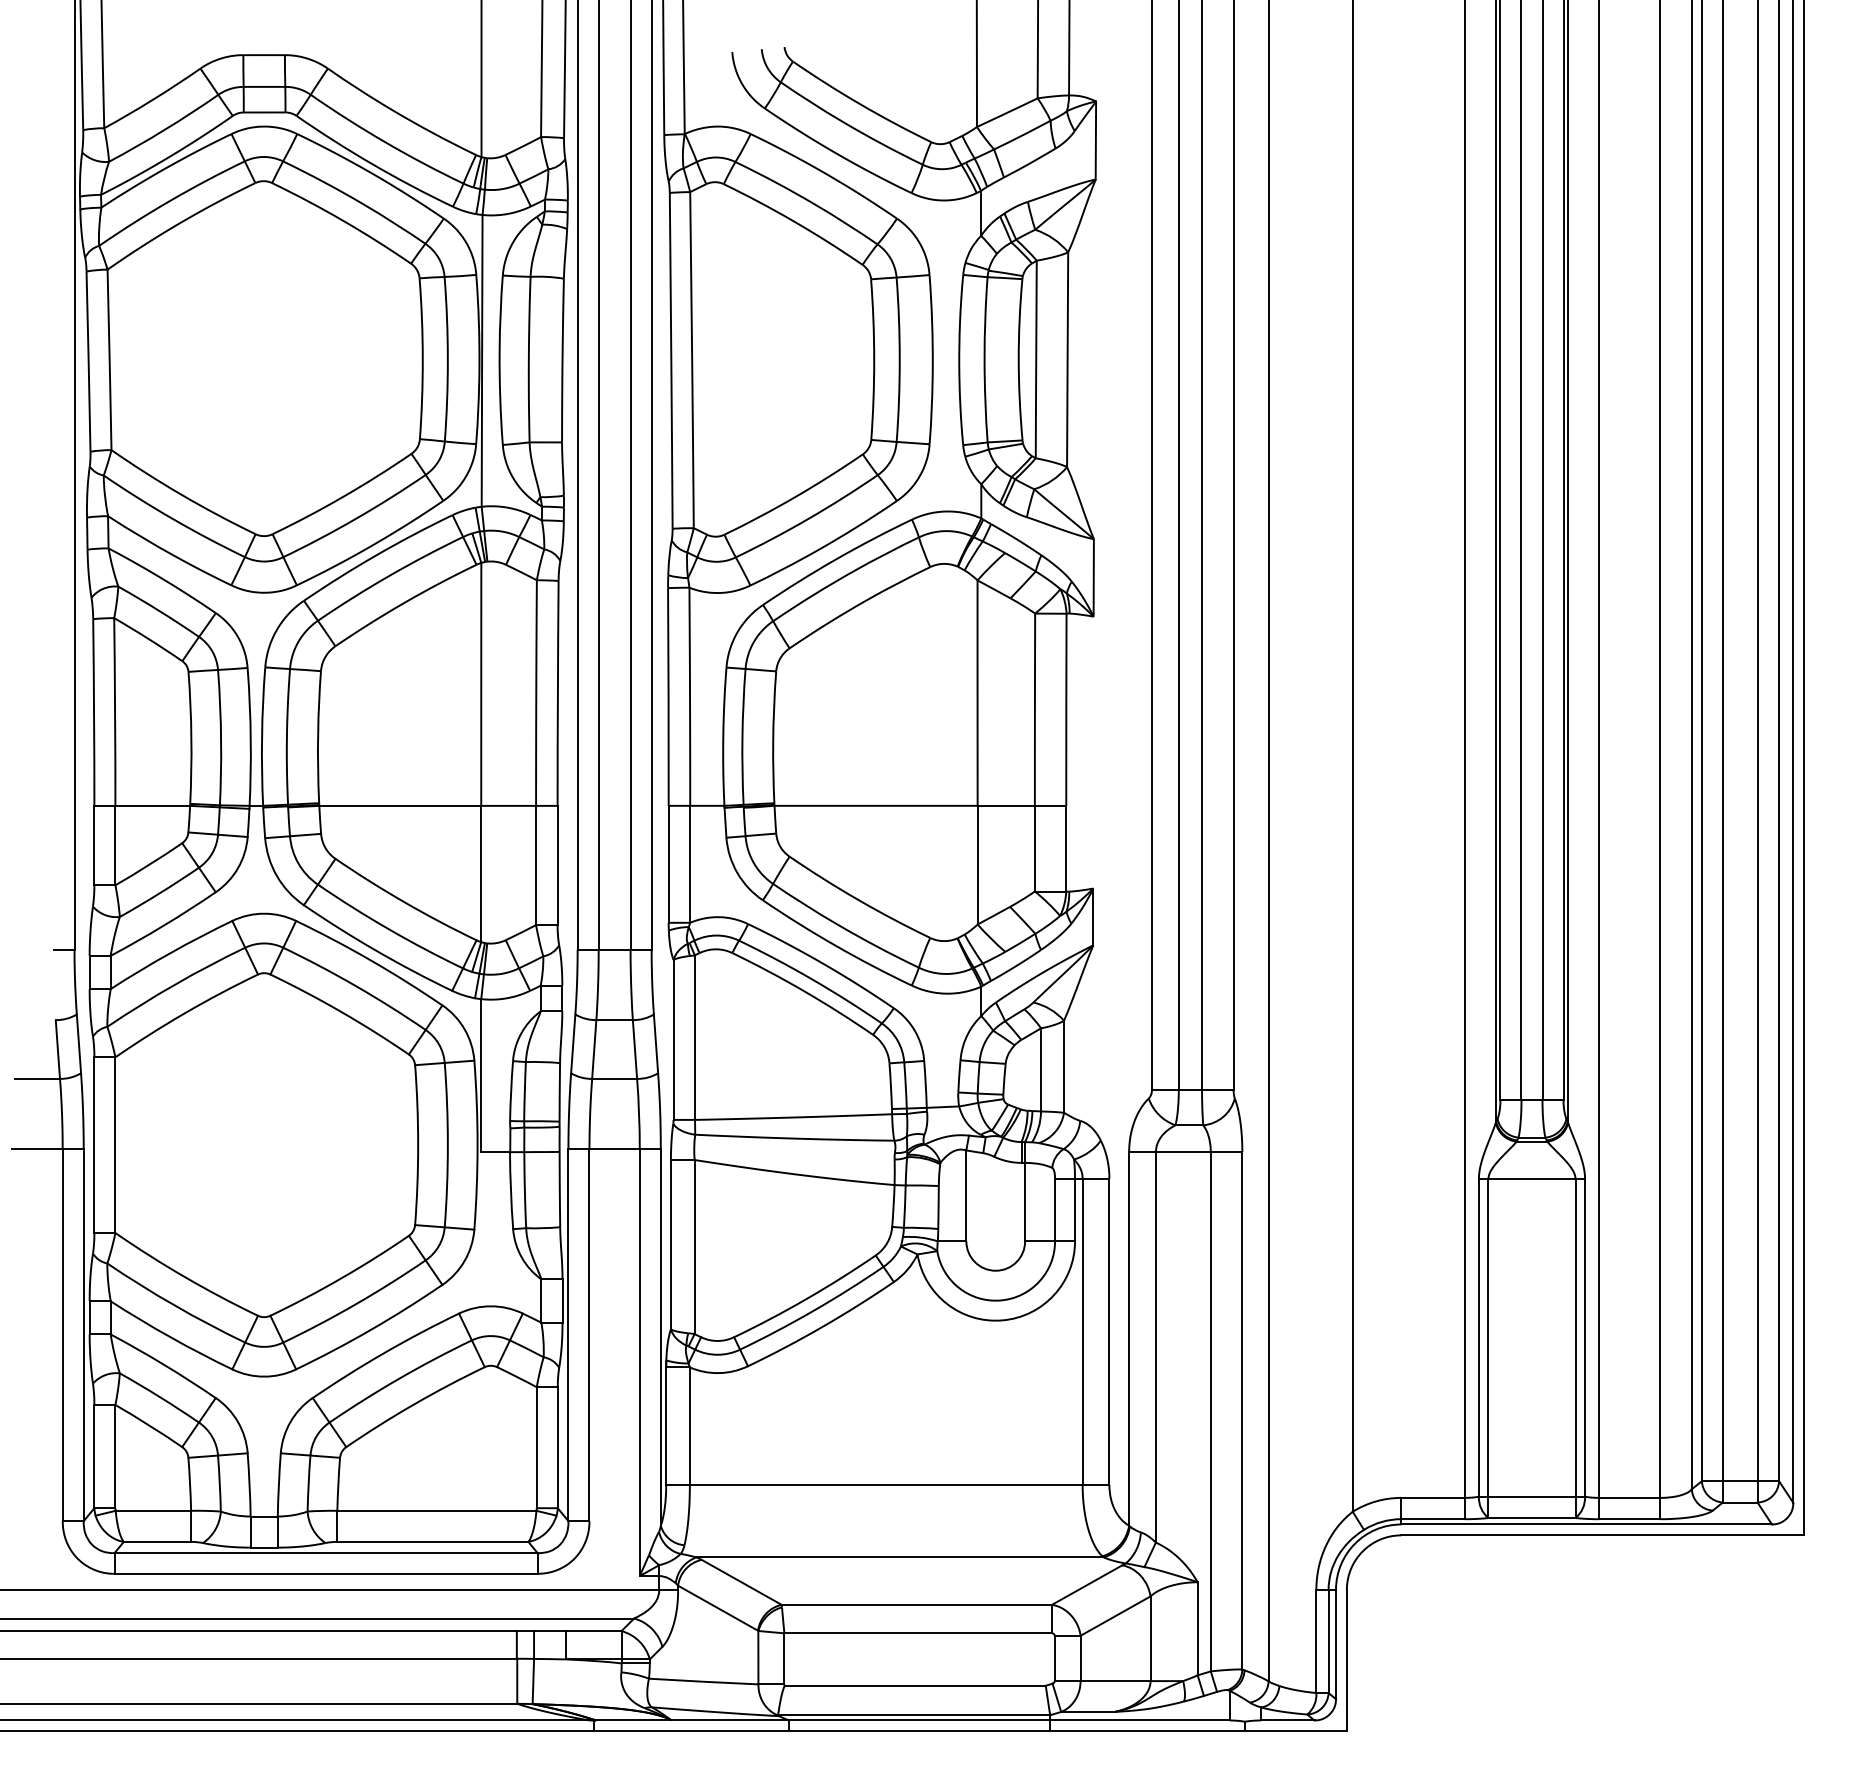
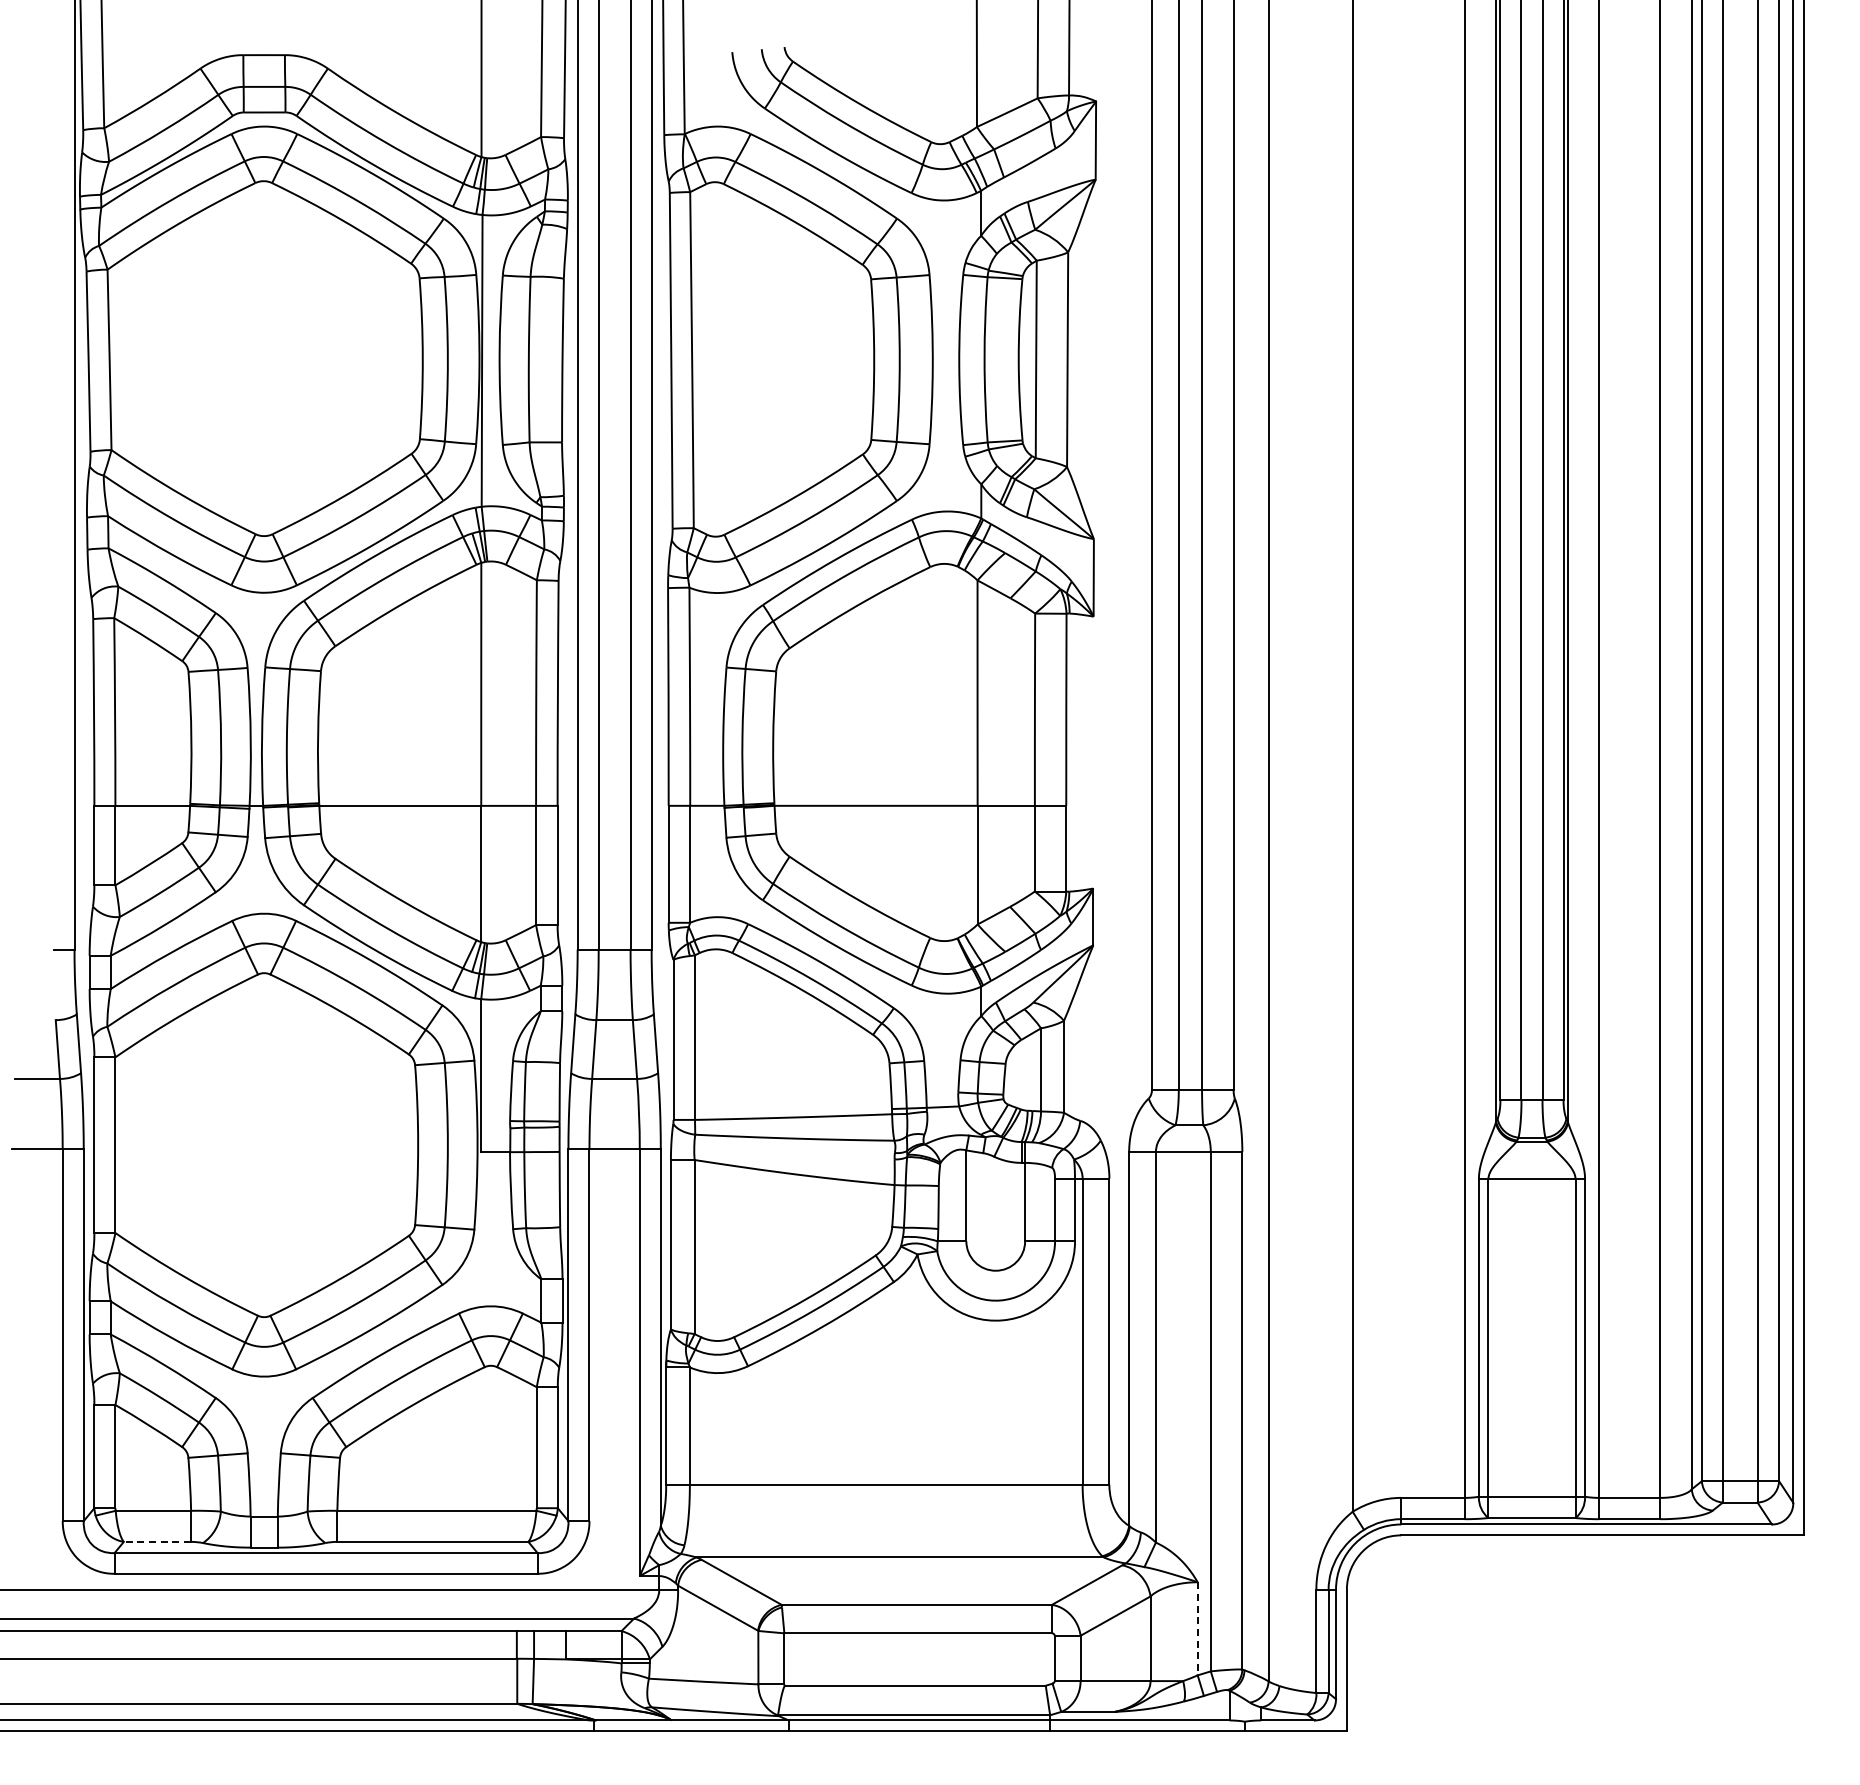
line at (157, 1541): solid -> dashed
line at (1197, 1628): solid -> dashed
